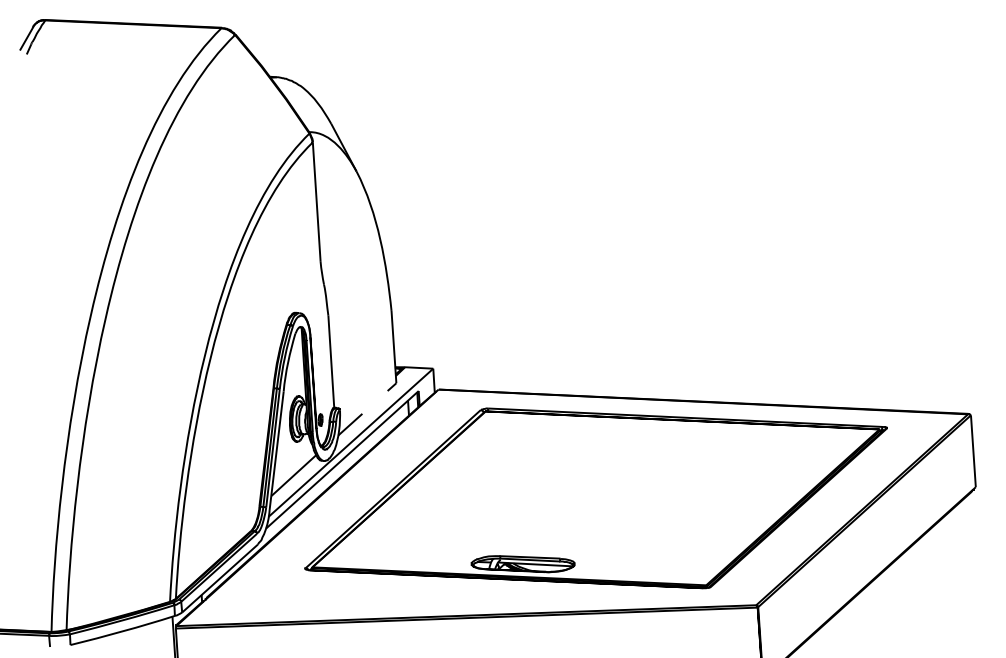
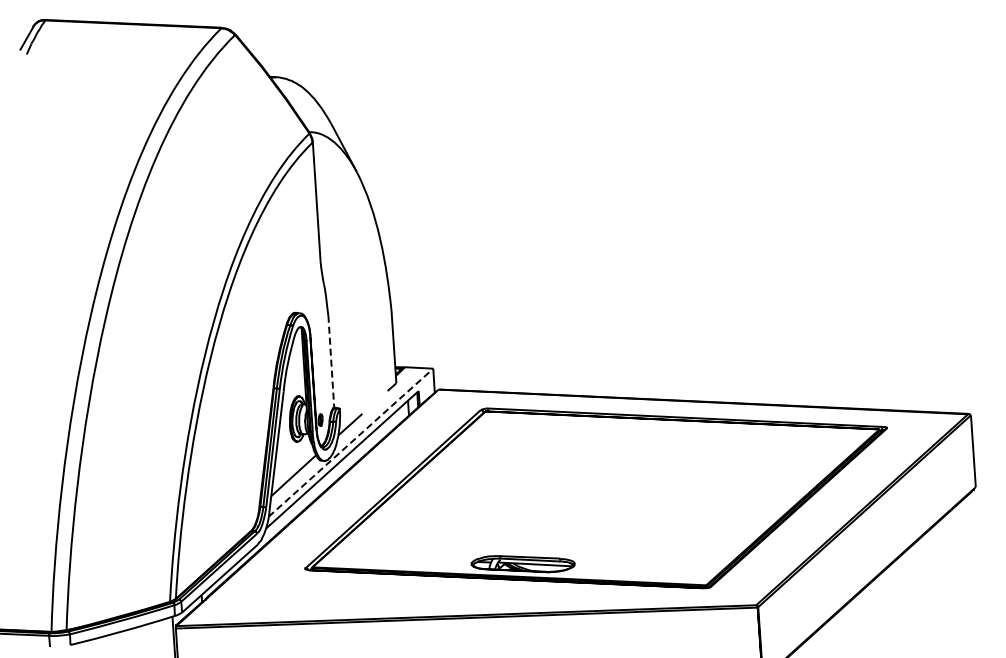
line at (331, 361): solid -> dashed
line at (350, 442): solid -> dashed
